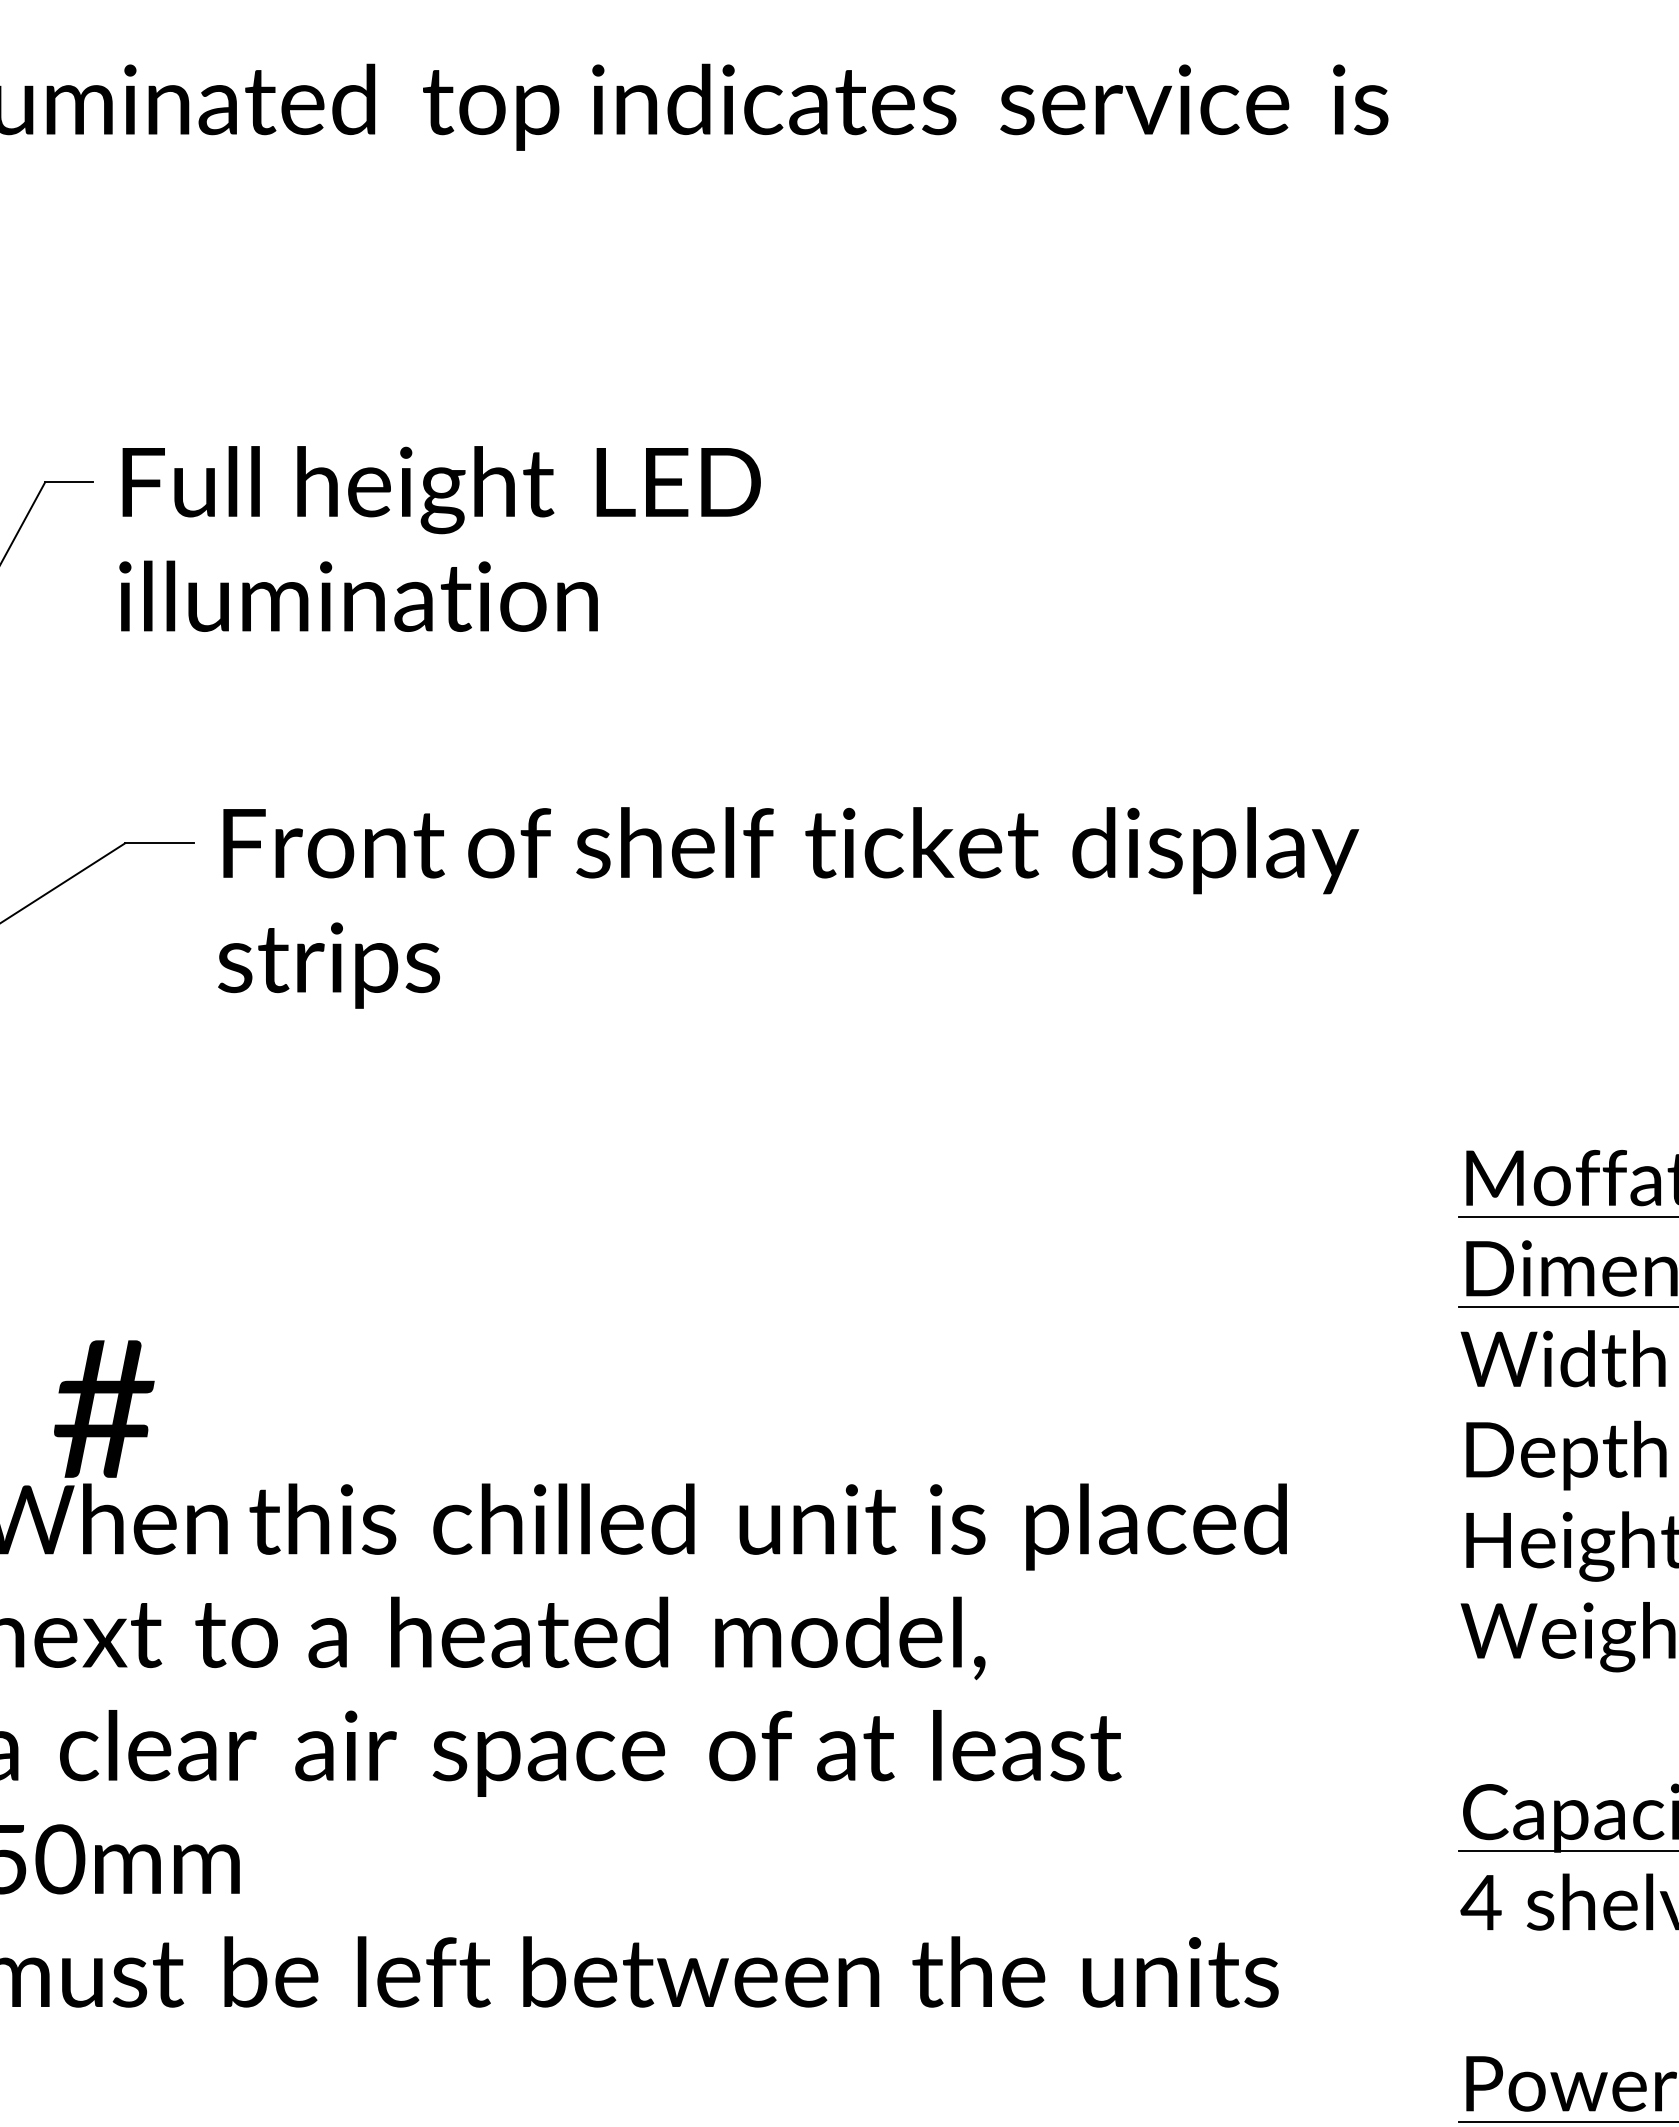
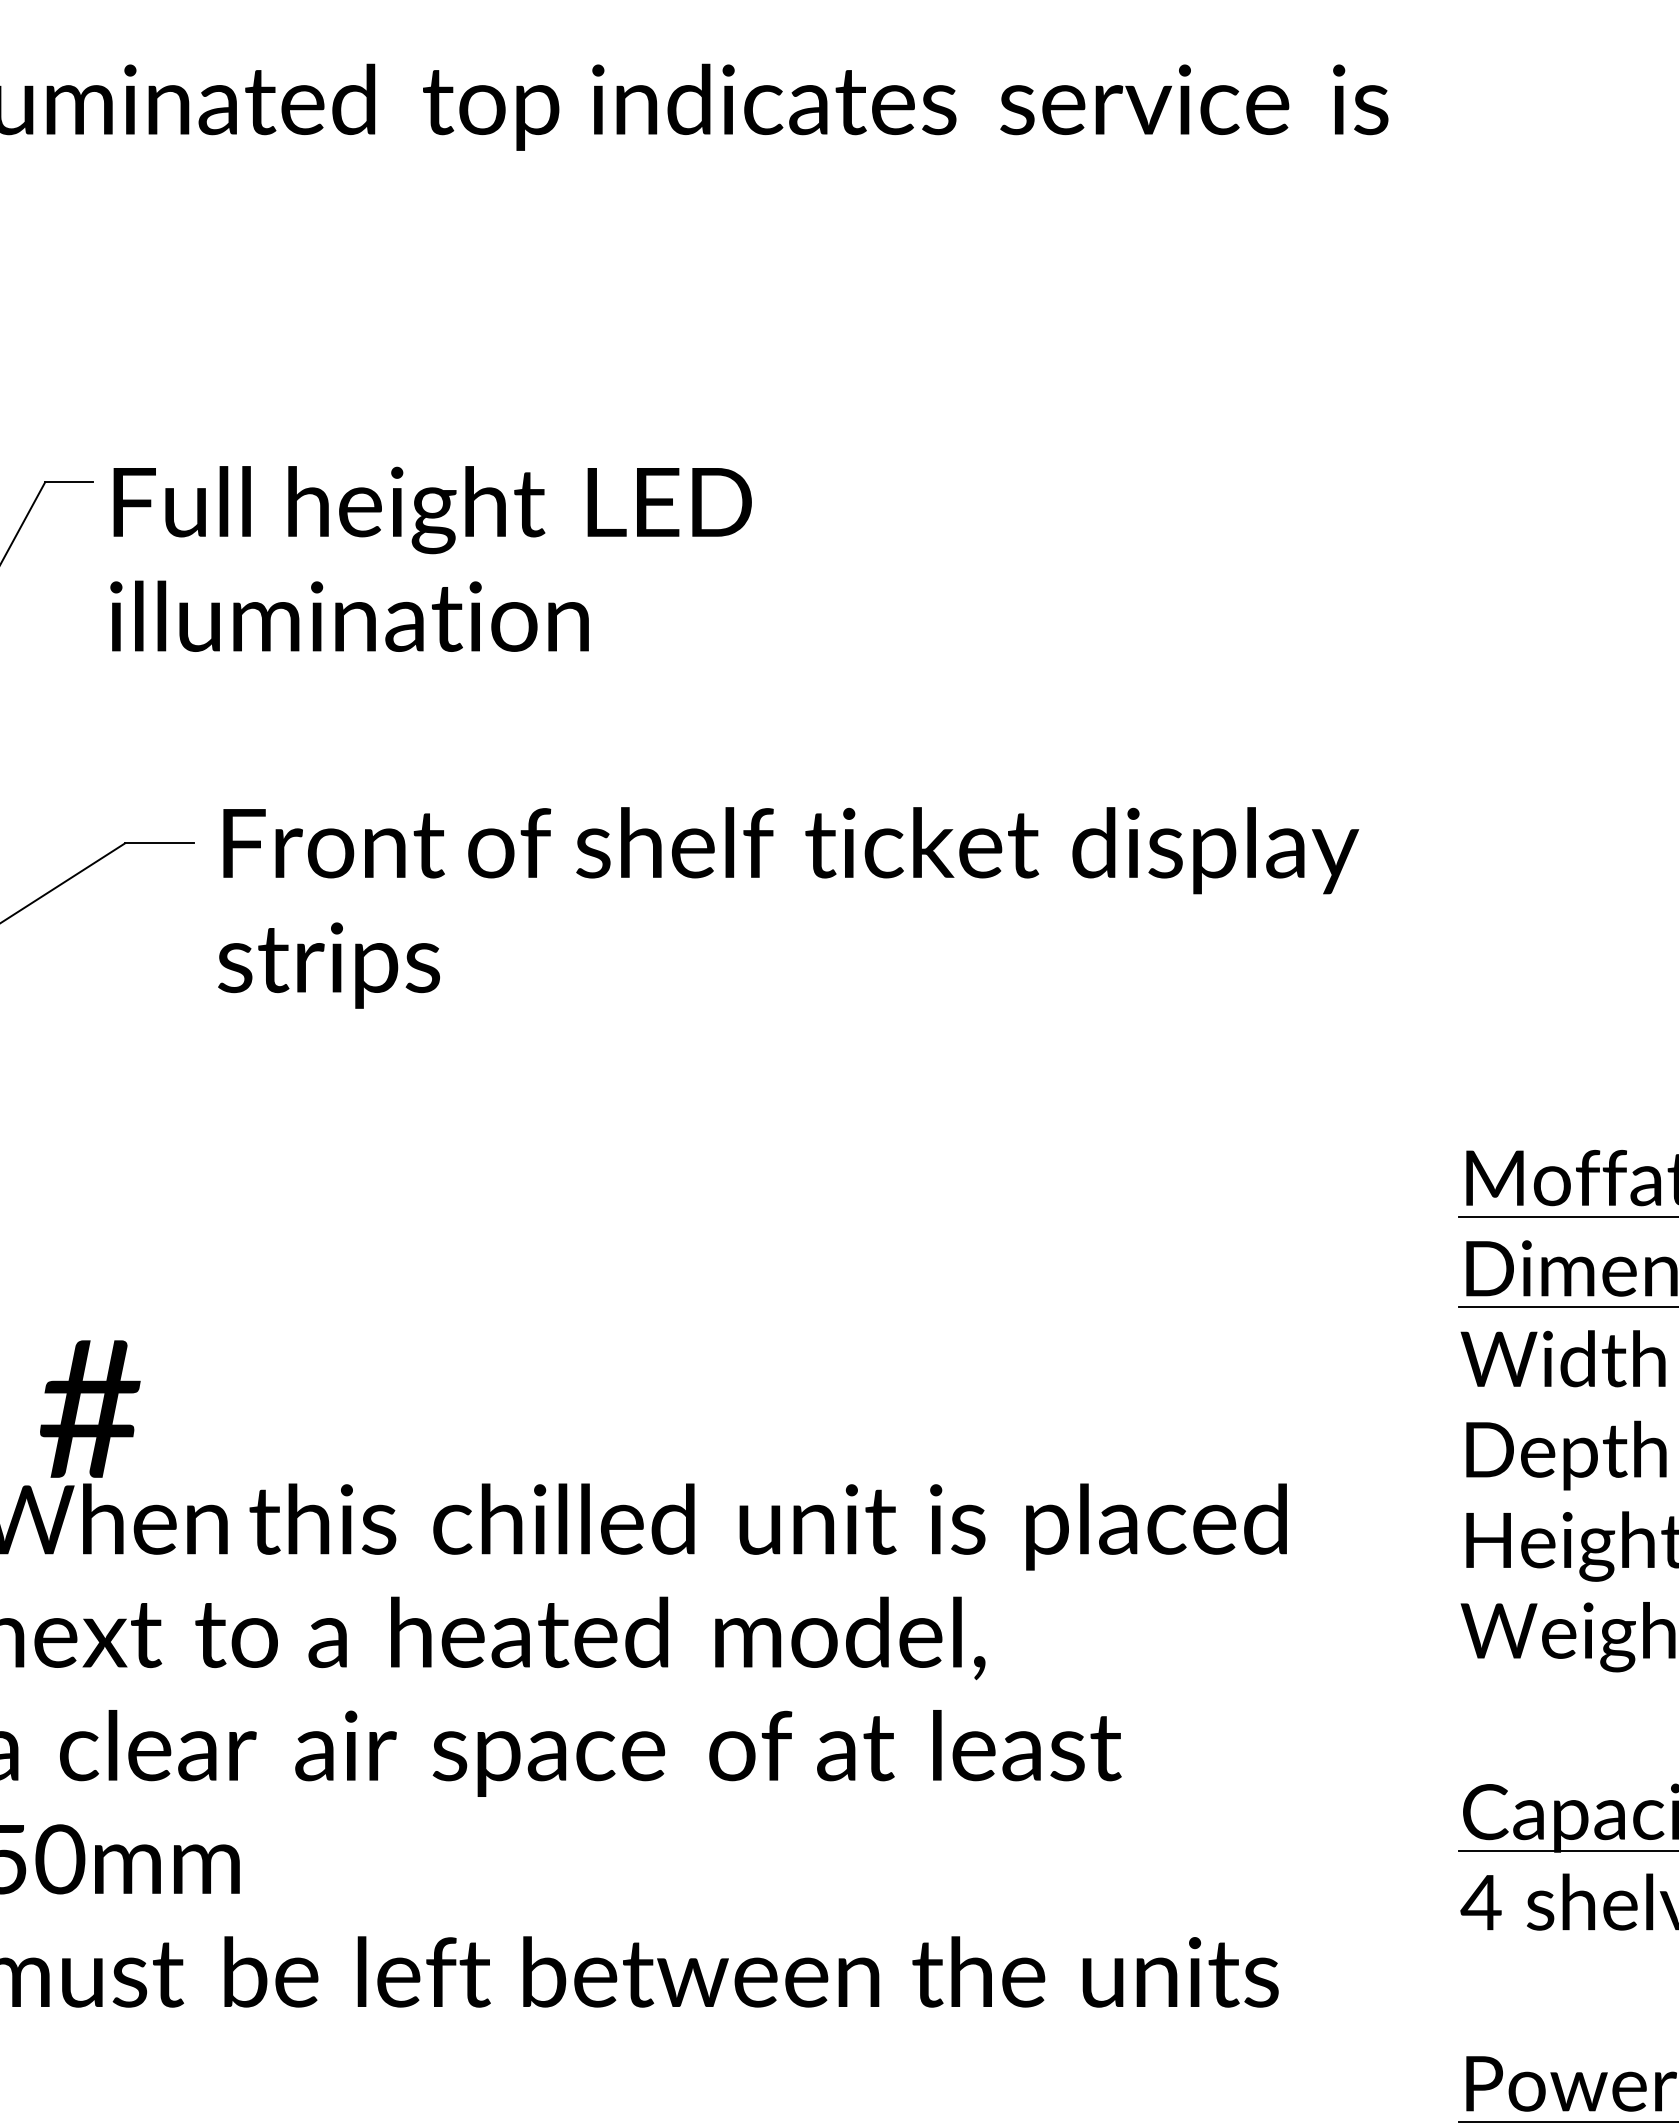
text at (439, 538) position: (439, 538) -> (430, 558)
text at (104, 1408) position: (104, 1408) -> (90, 1408)
